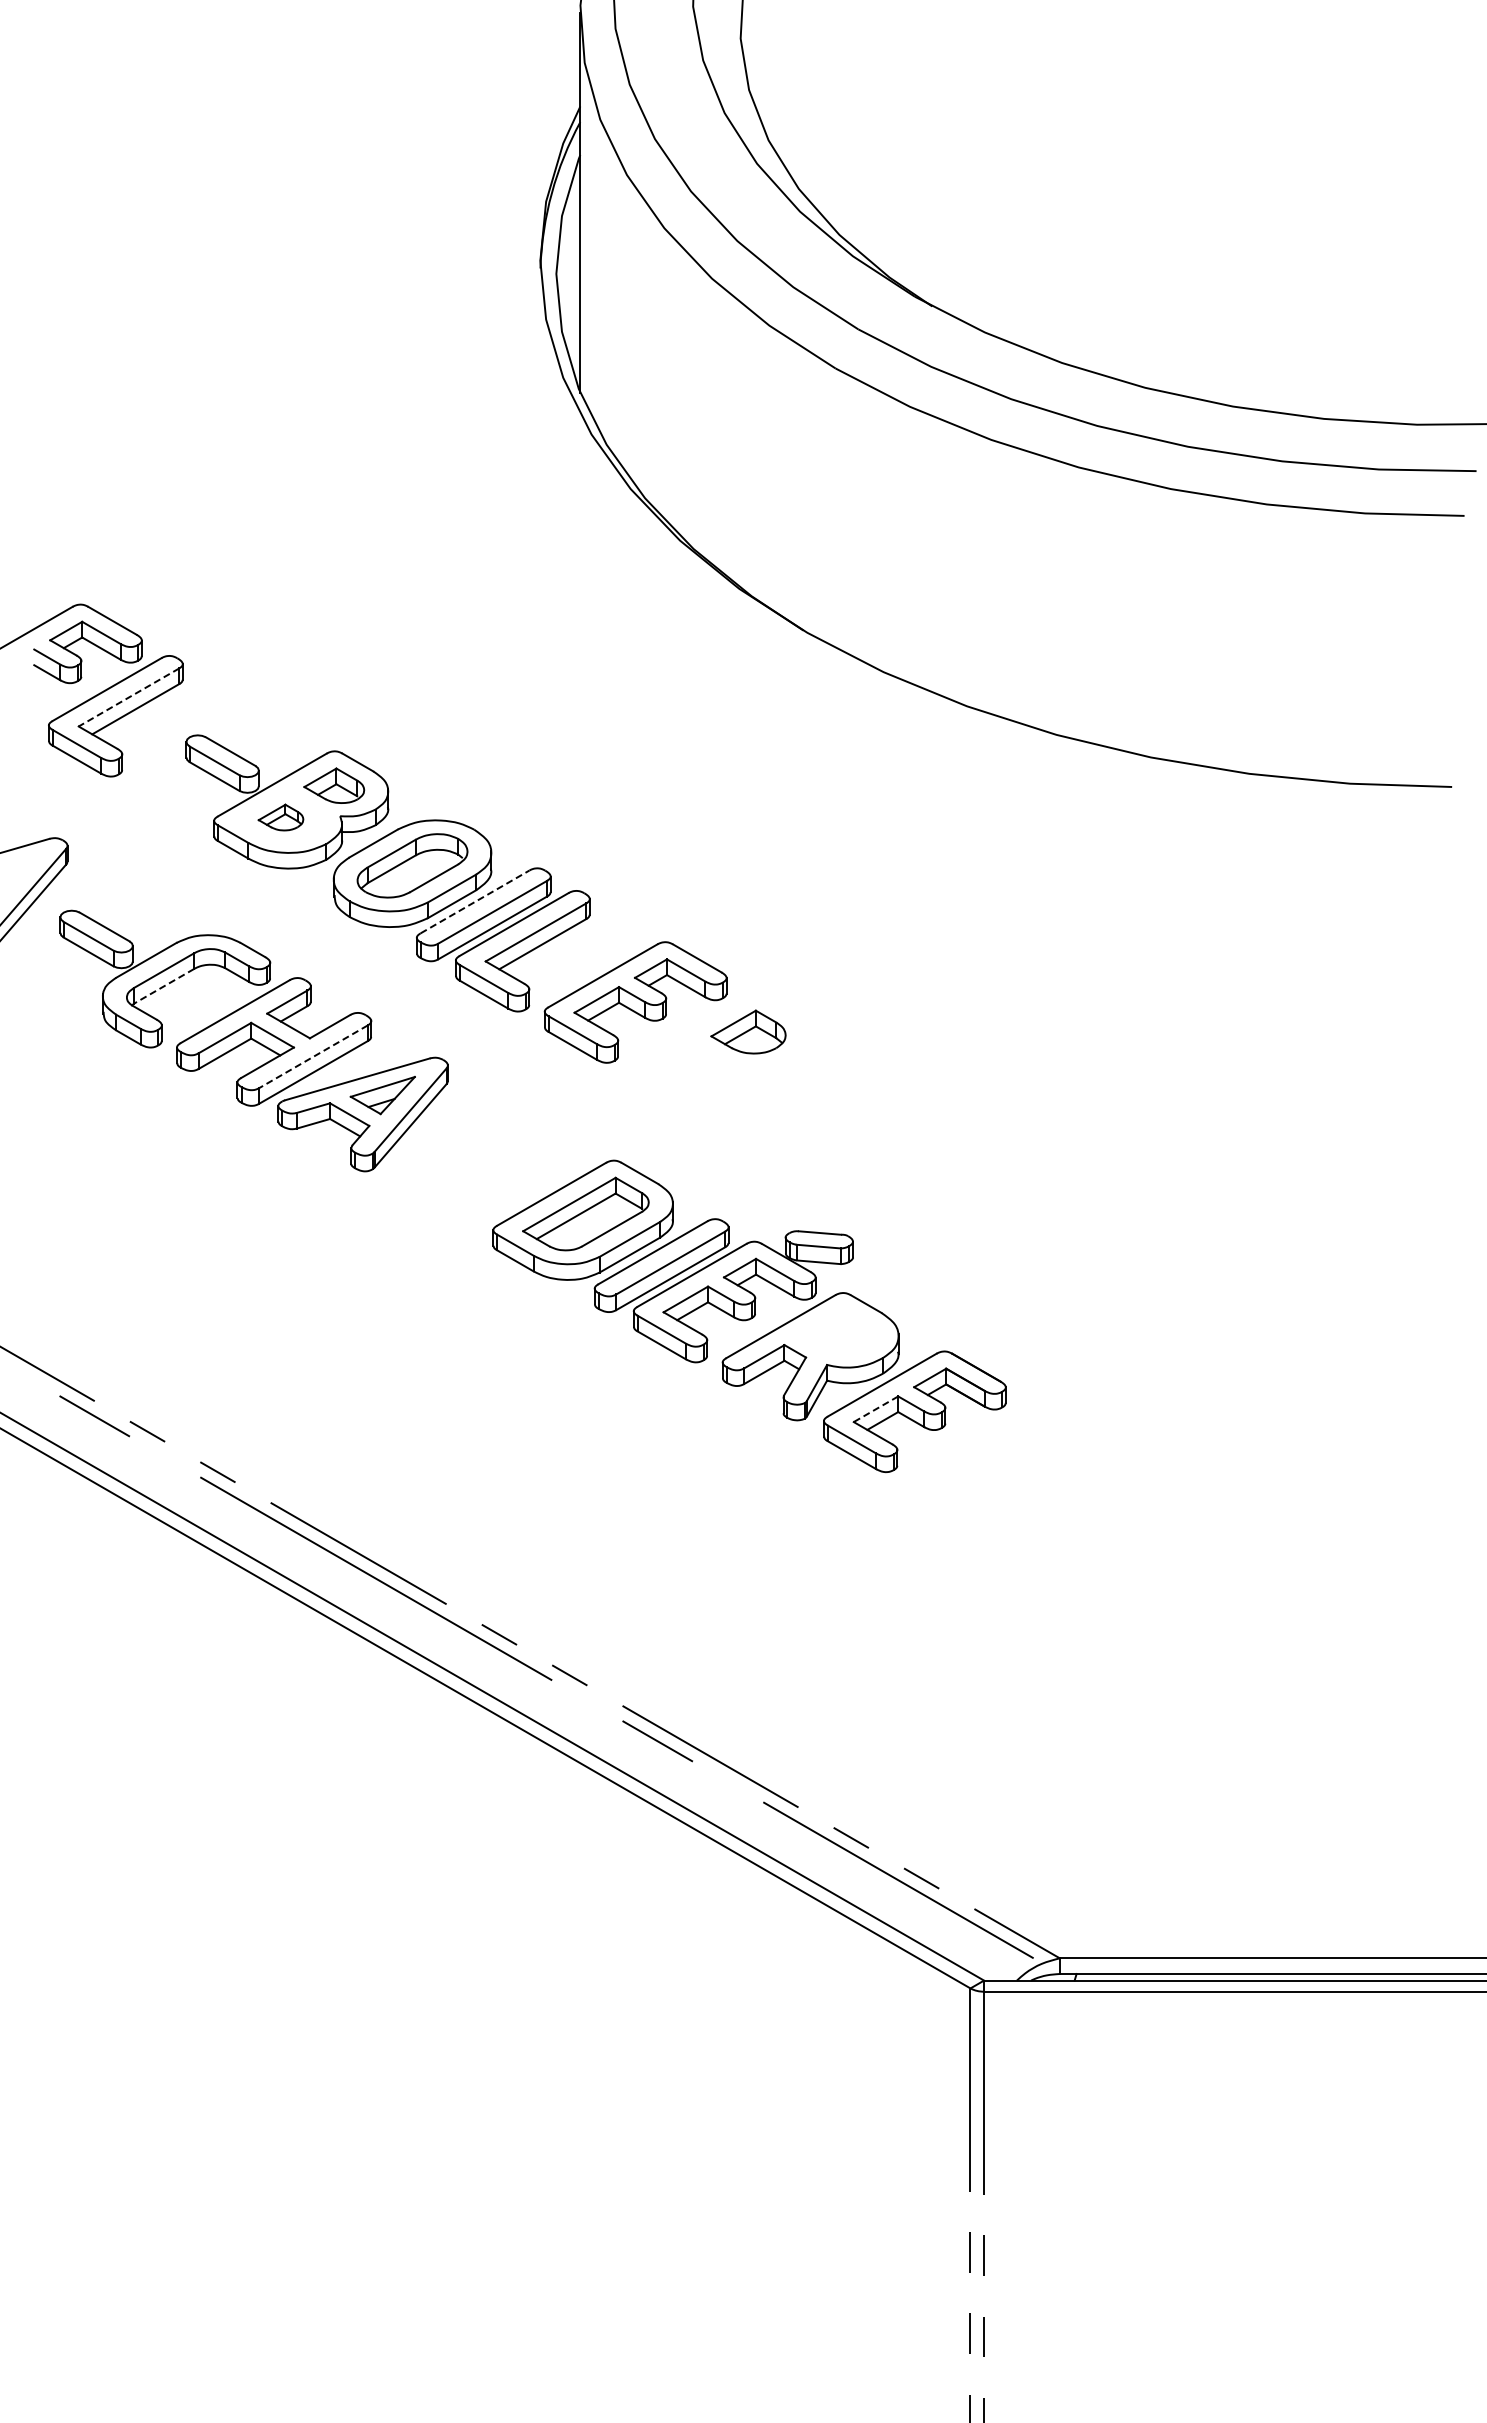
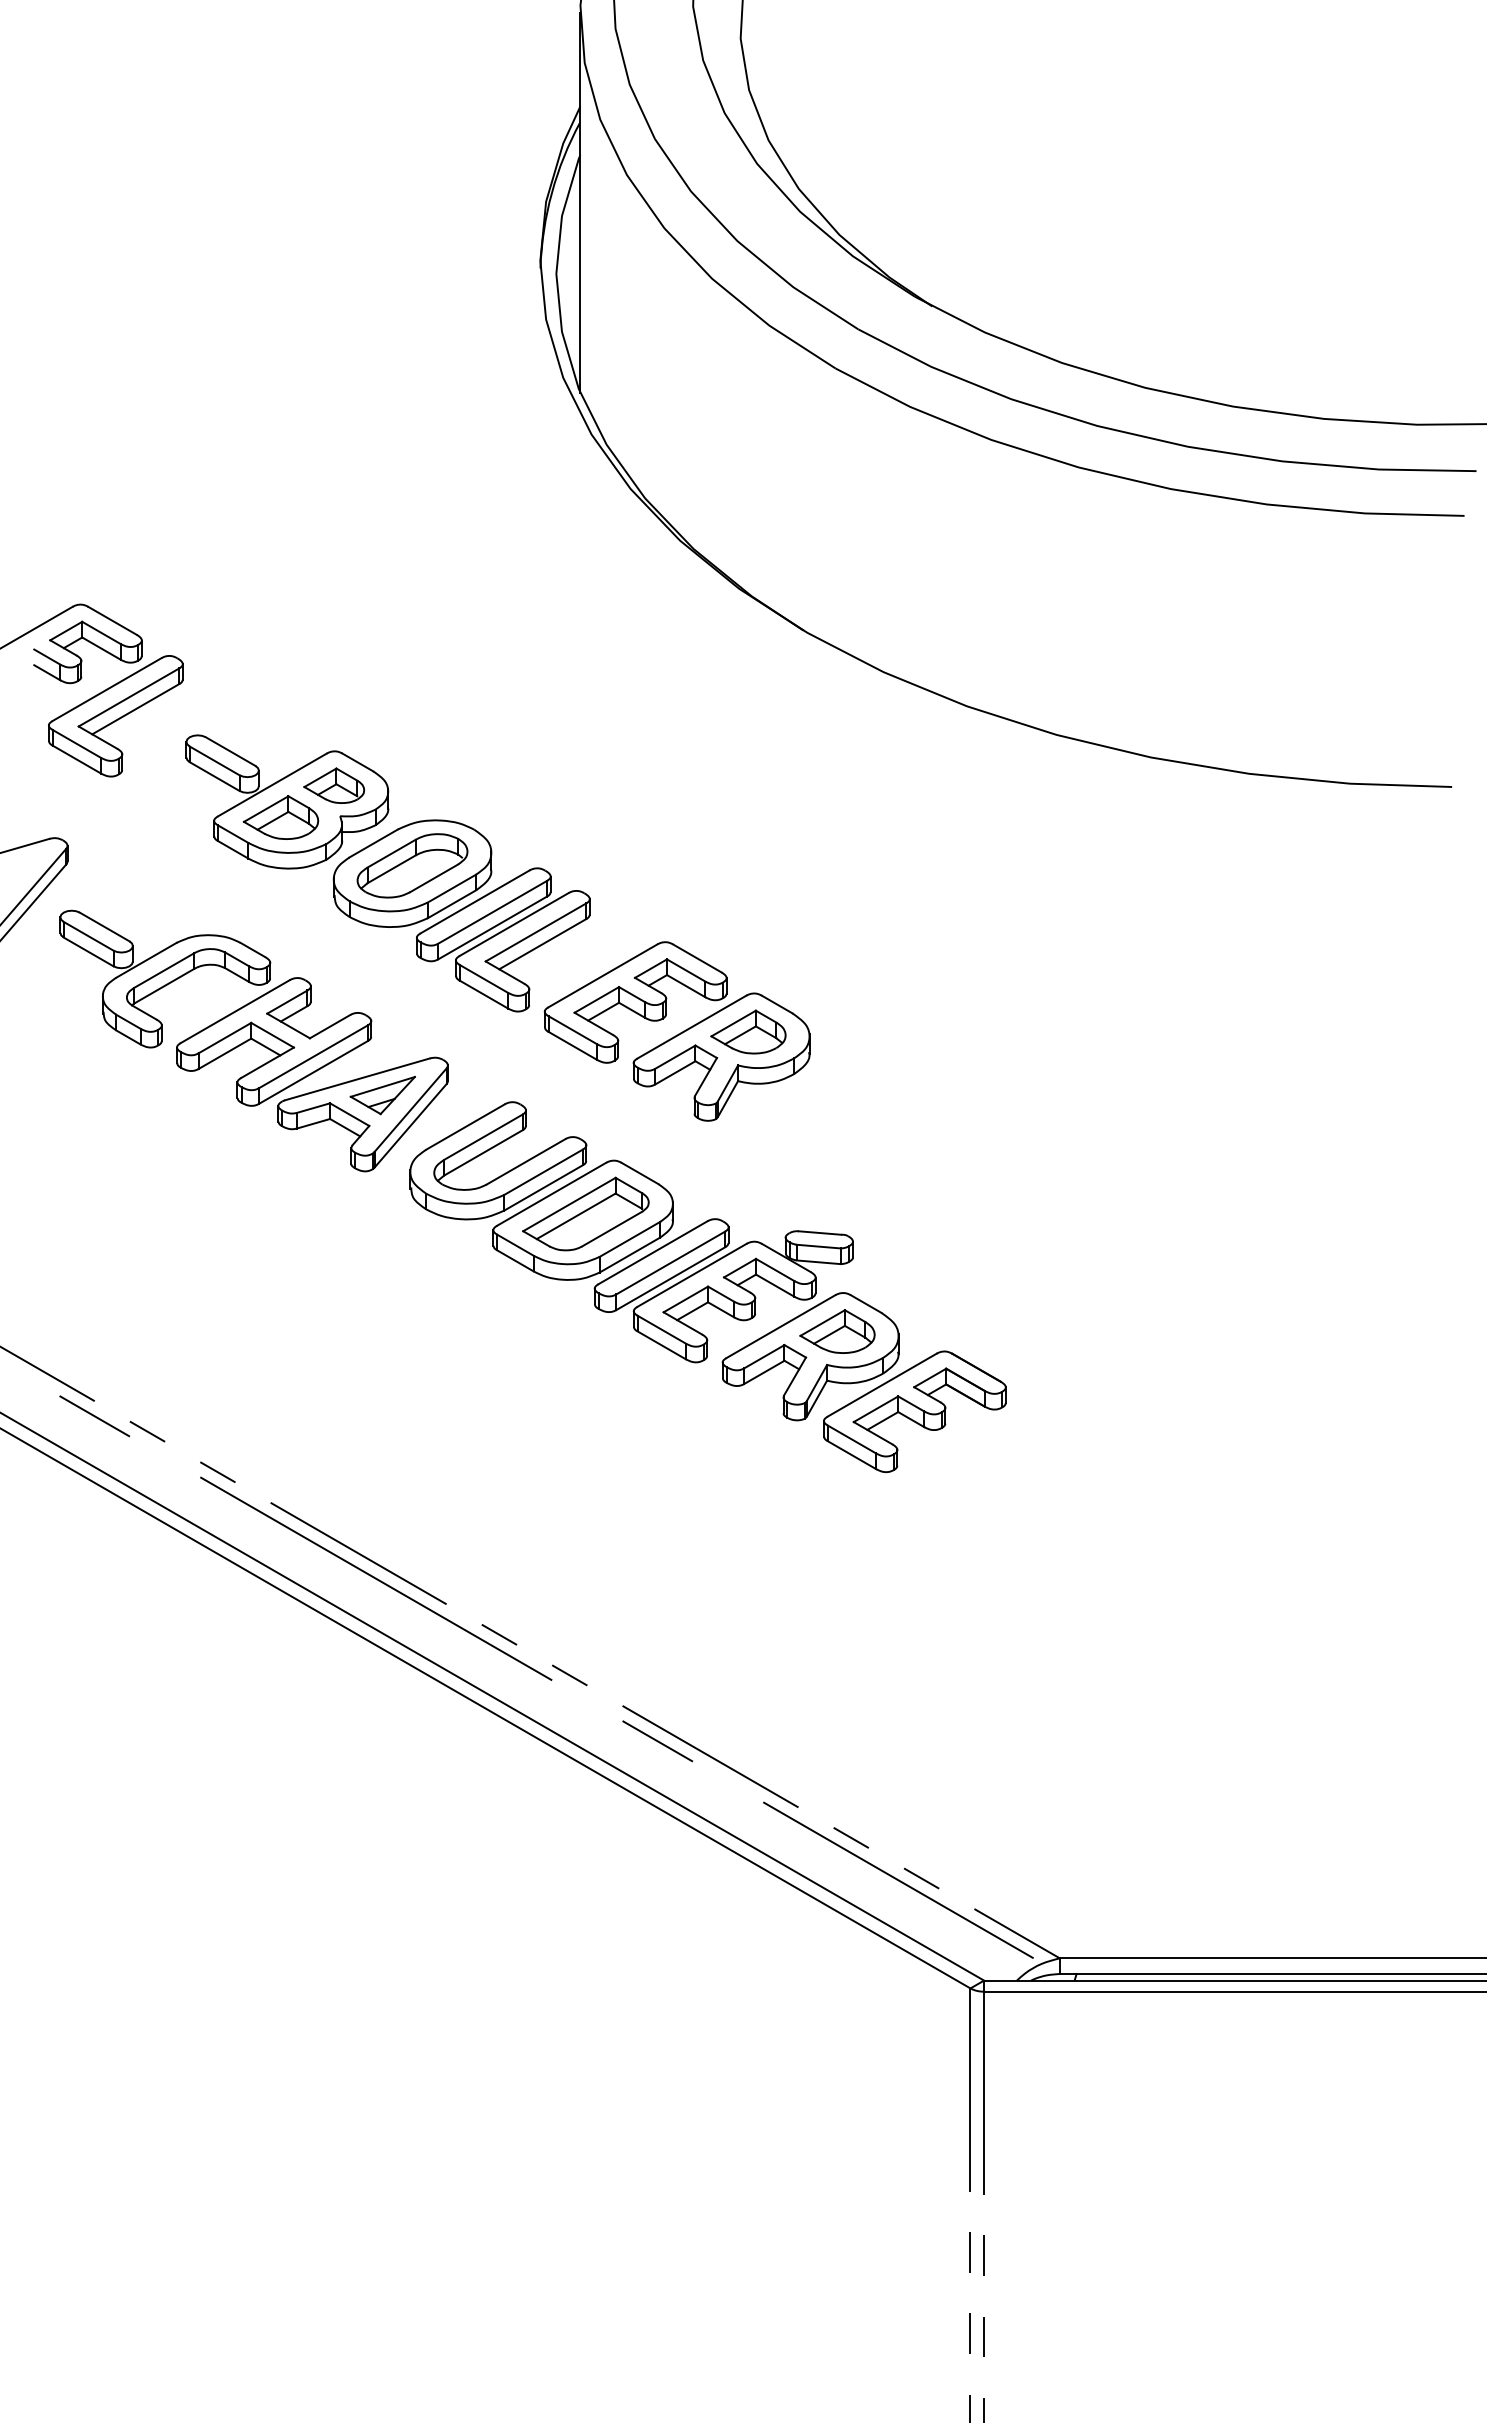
line at (128, 697): dashed -> solid
part at (280, 817) size: 48x29 px -> 78x45 px
line at (475, 901): dashed -> solid
line at (164, 986): dashed -> solid
line at (313, 1056): dashed -> solid
part at (721, 1056): none -> present
part at (493, 1148): none -> present
part at (837, 1331): none -> present
line at (876, 1409): dashed -> solid
